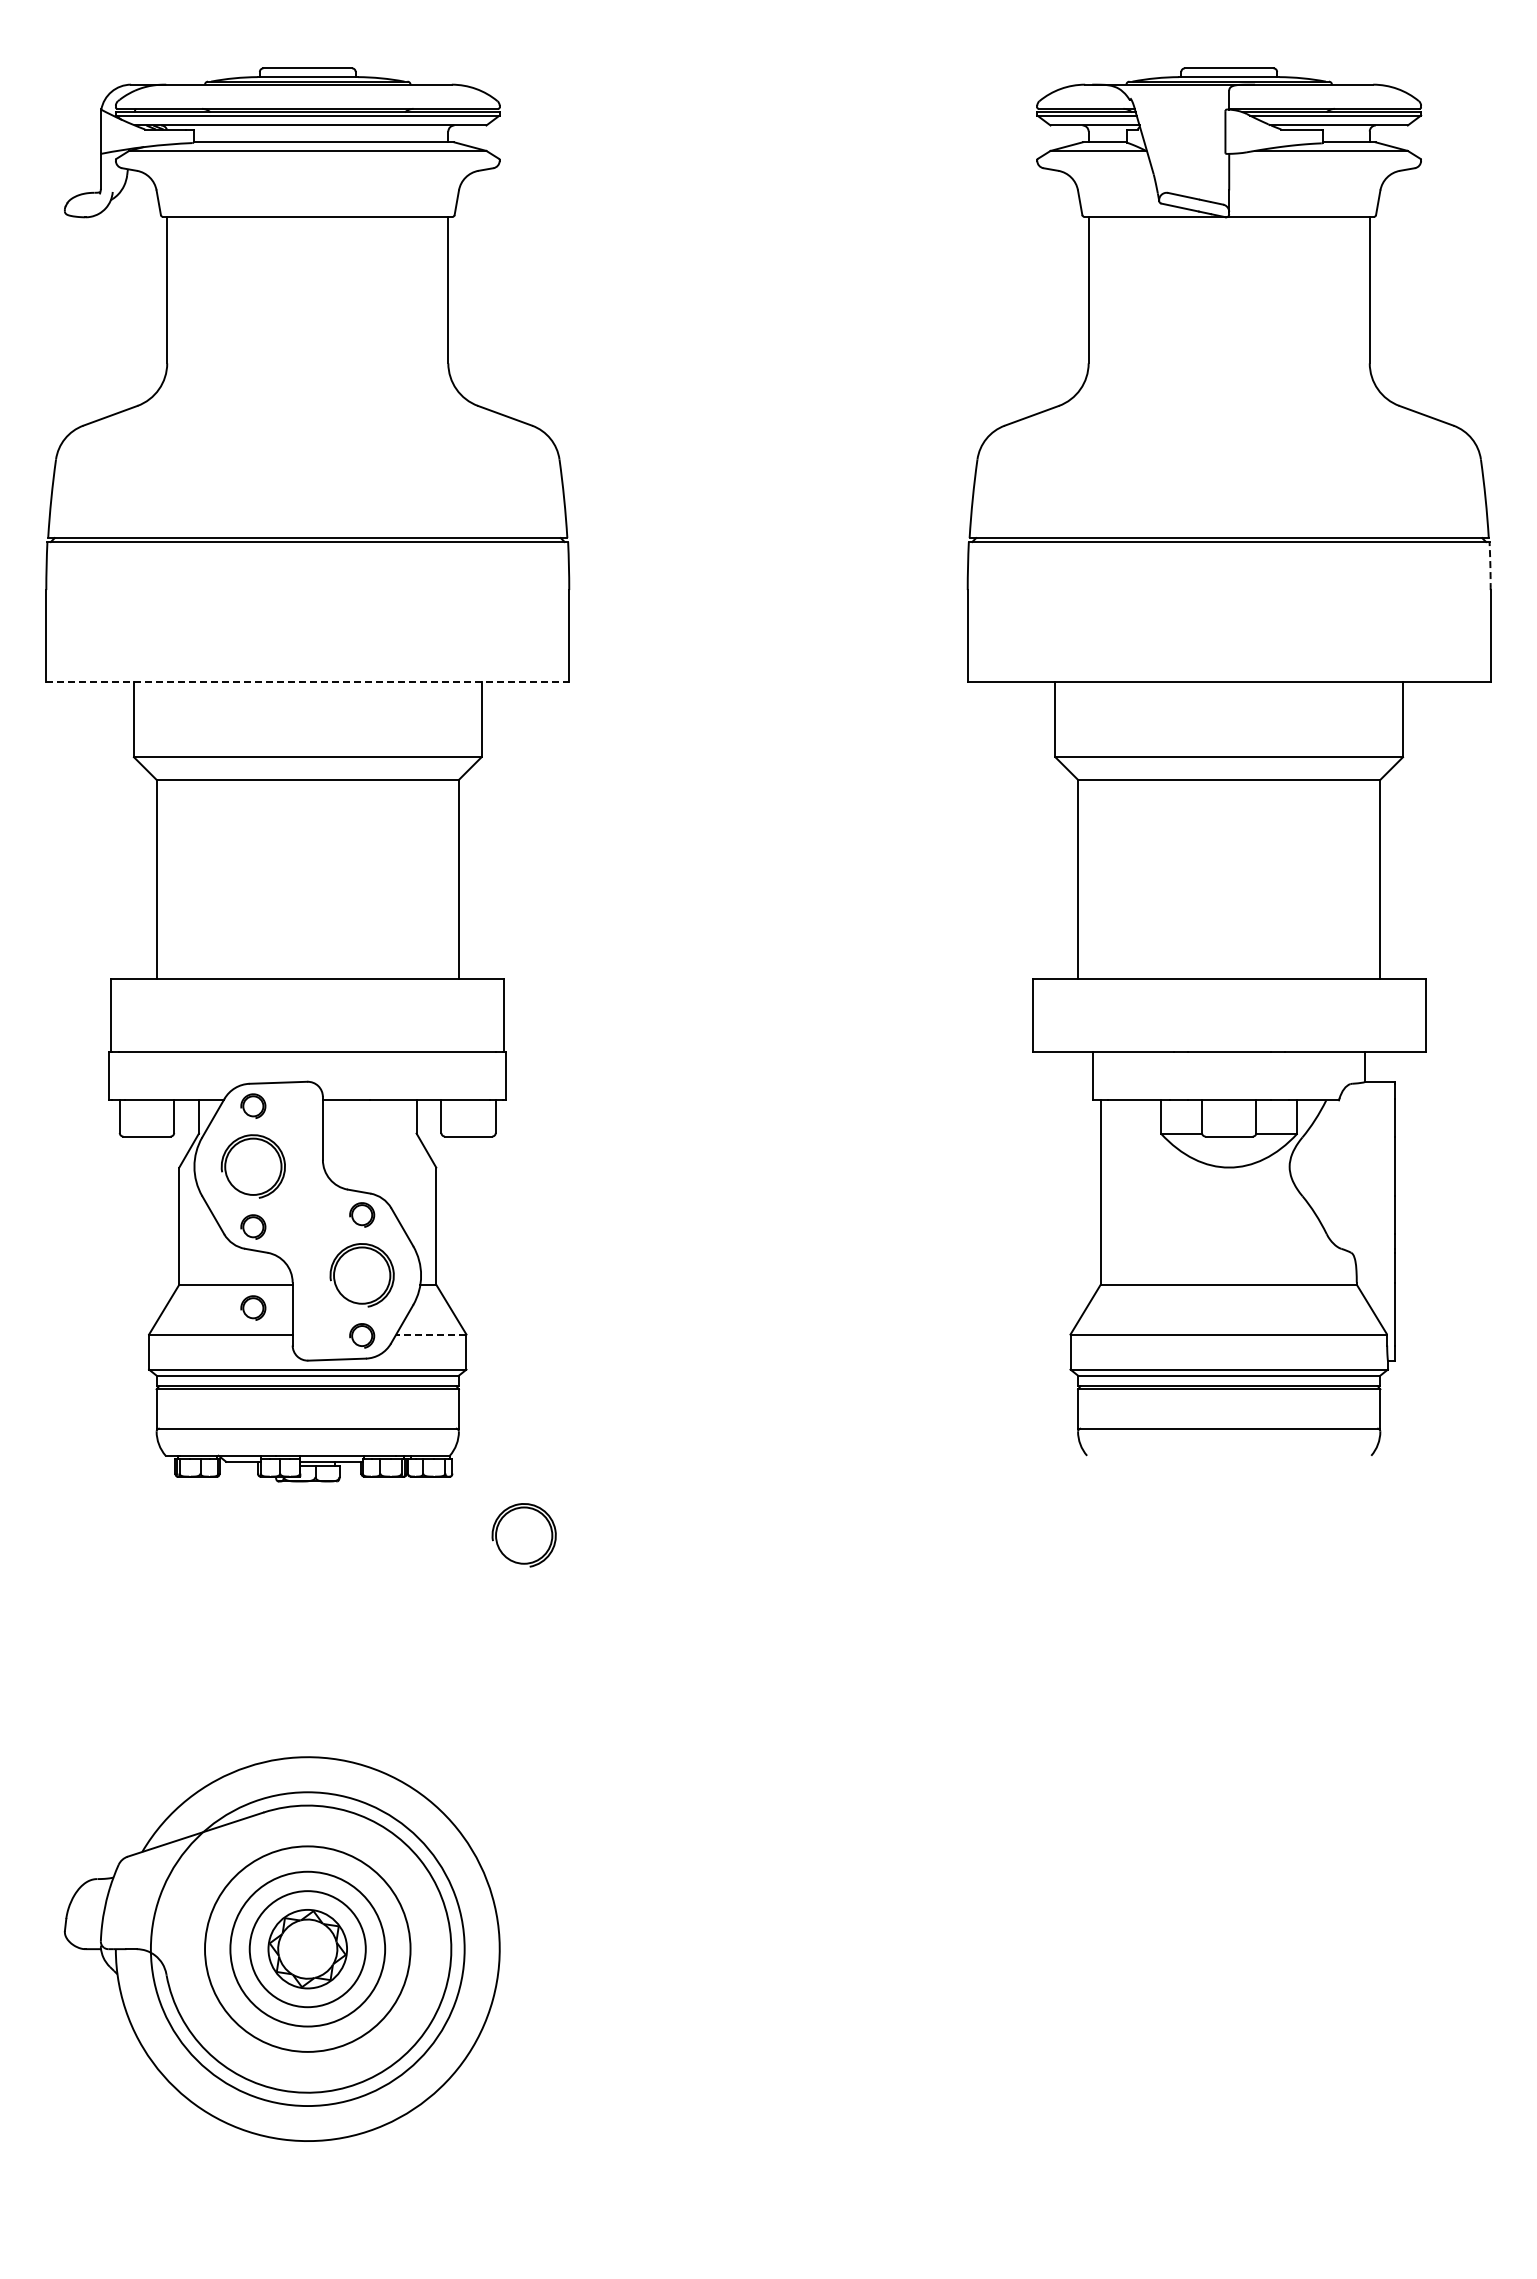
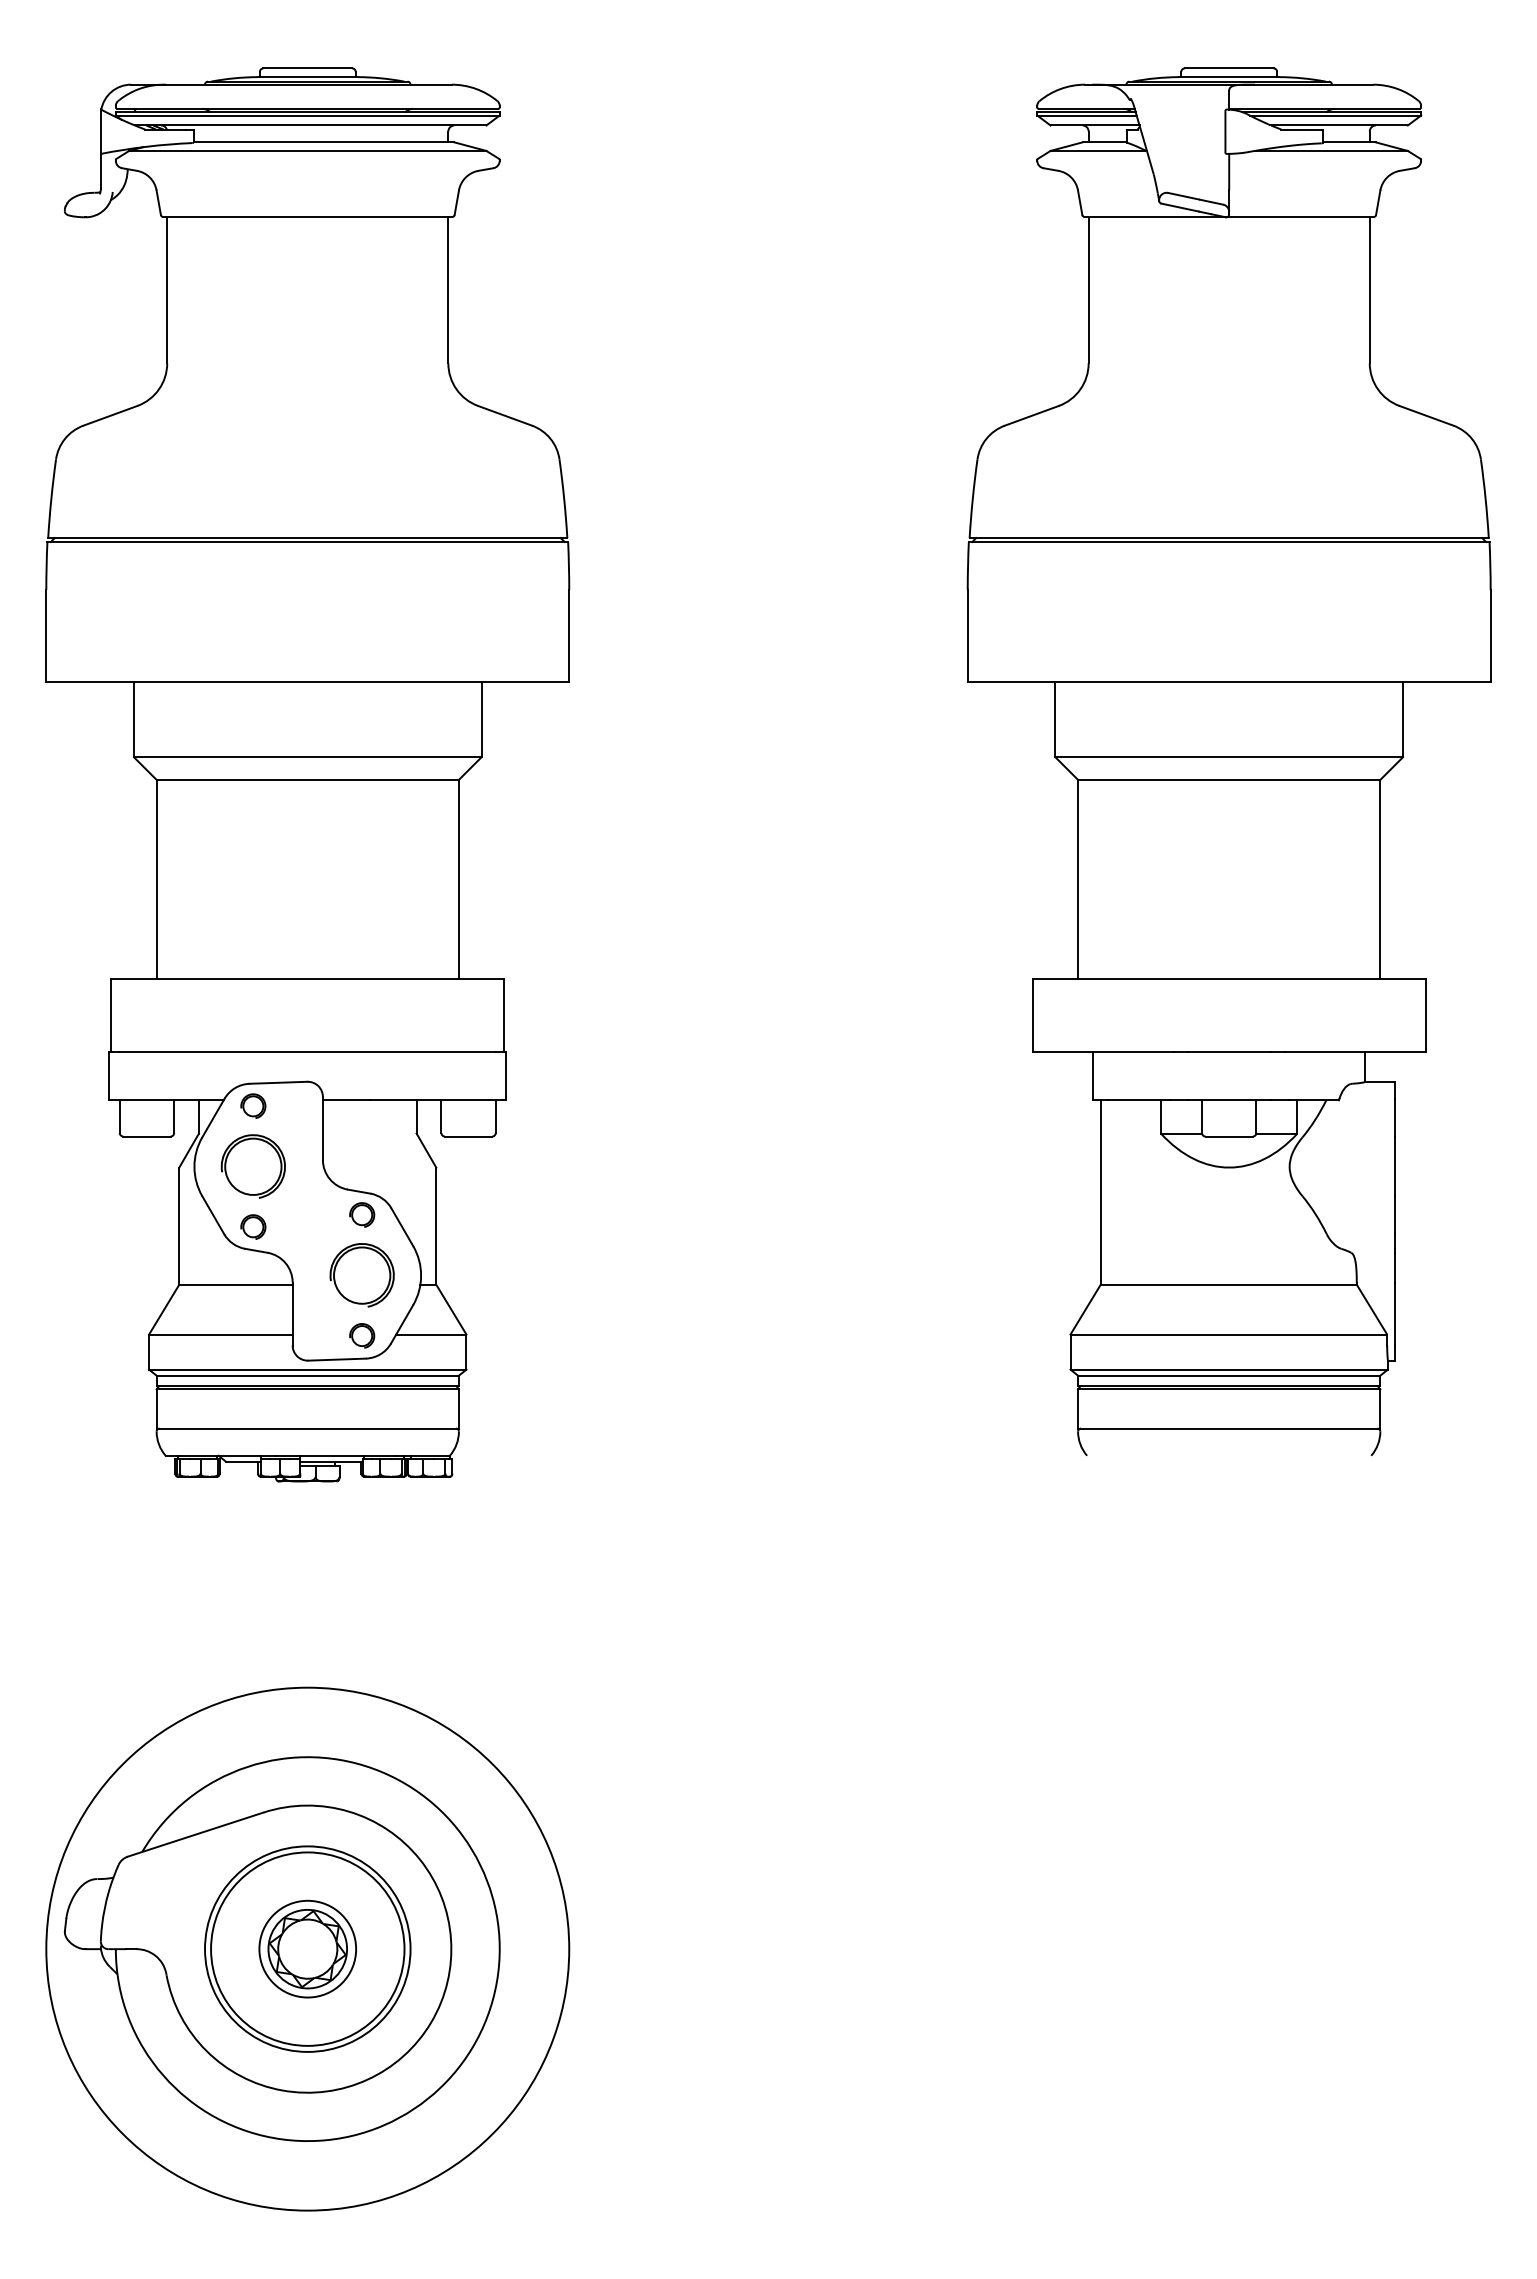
arc at (1490, 566): dashed -> solid
line at (308, 681): dashed -> solid
part at (253, 1307): present -> none
line at (430, 1334): dashed -> solid
part at (523, 1535): present -> none
circle at (307, 1948) diameter: 155 px -> 97 px
circle at (307, 1949) diameter: 116 px -> 193 px
circle at (307, 1949) diameter: 314 px -> 523 px
